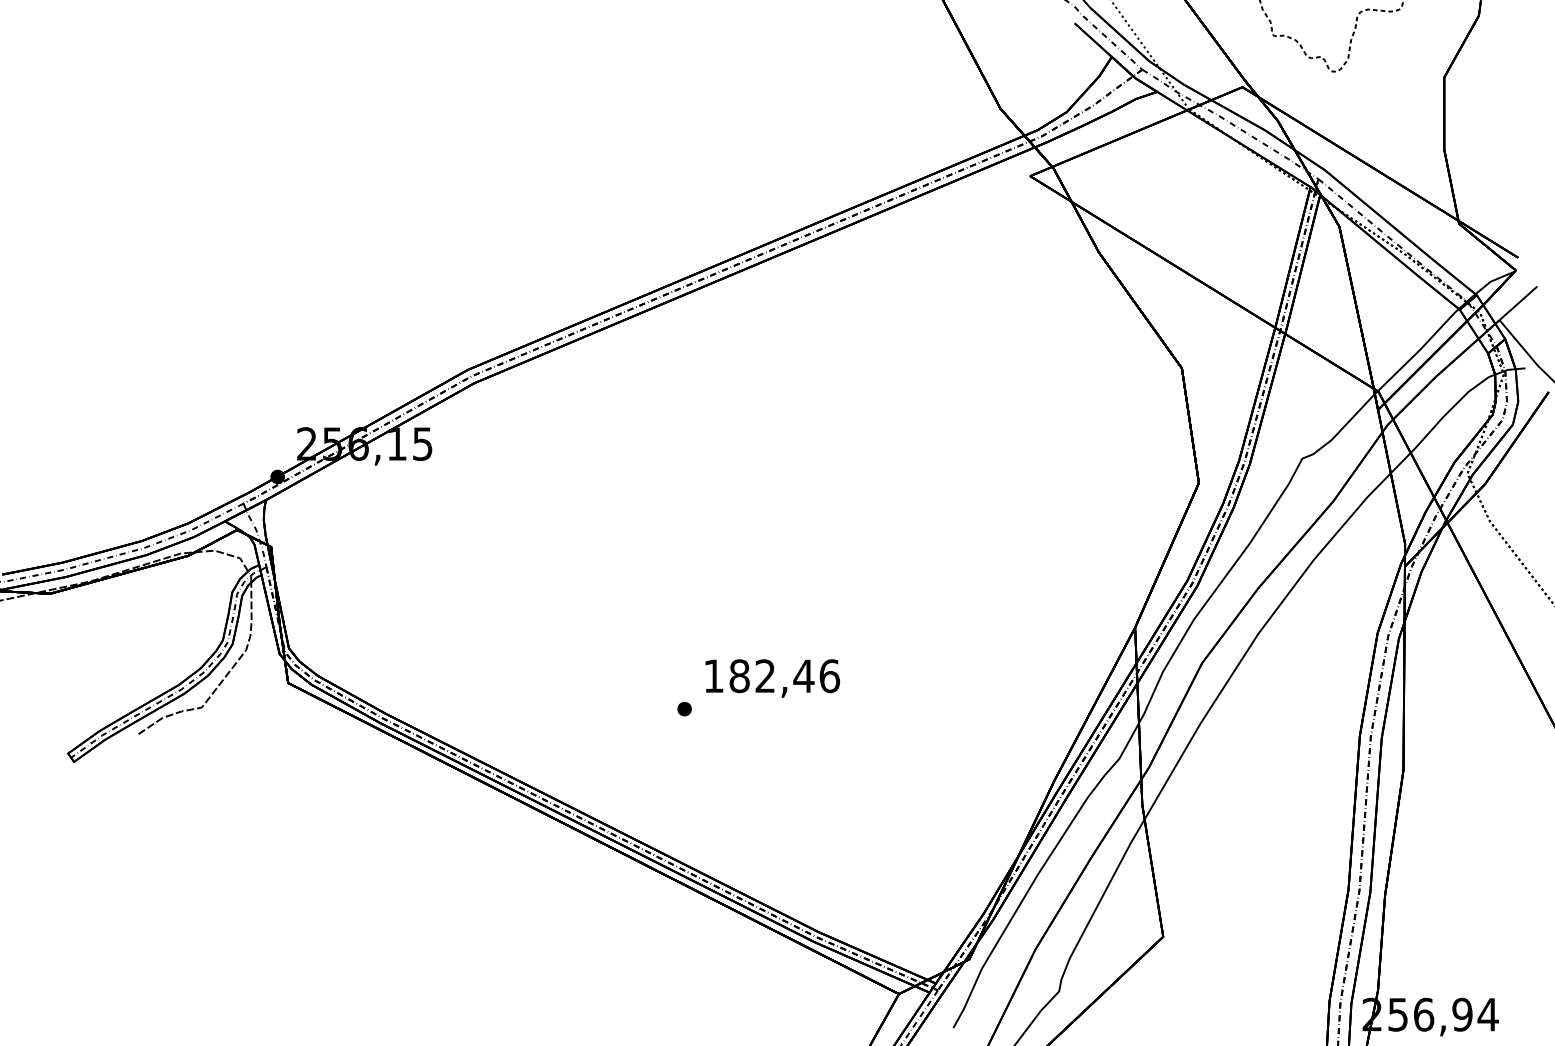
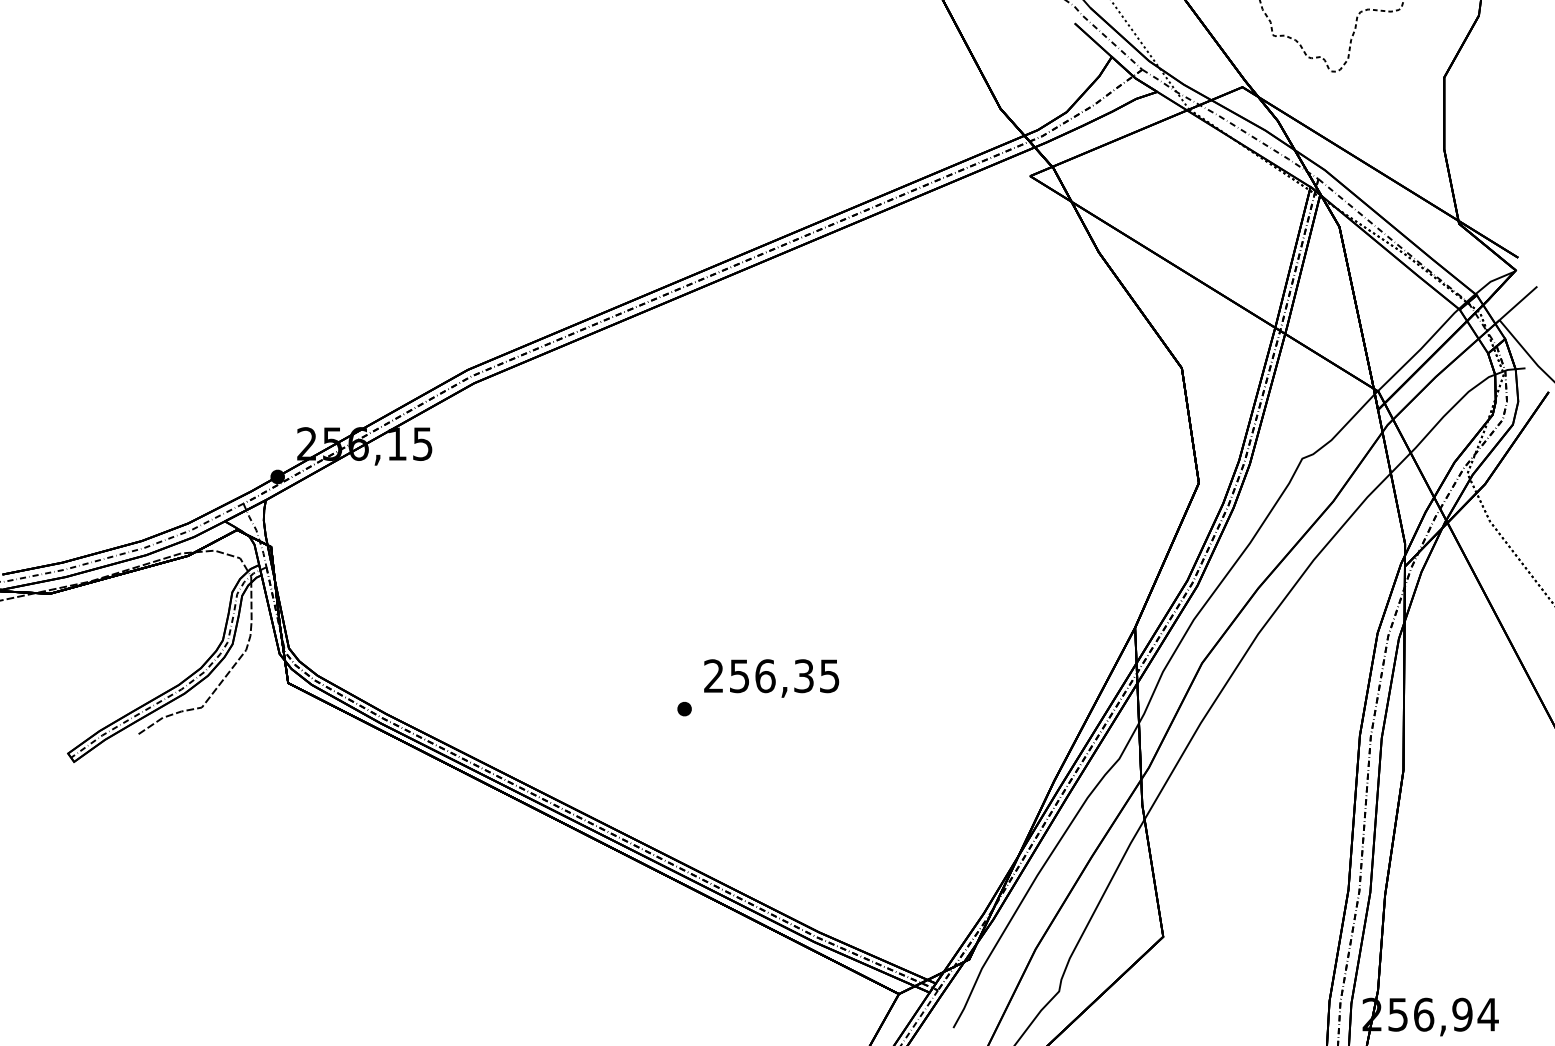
text at (772, 676): 182,46 -> 256,35
